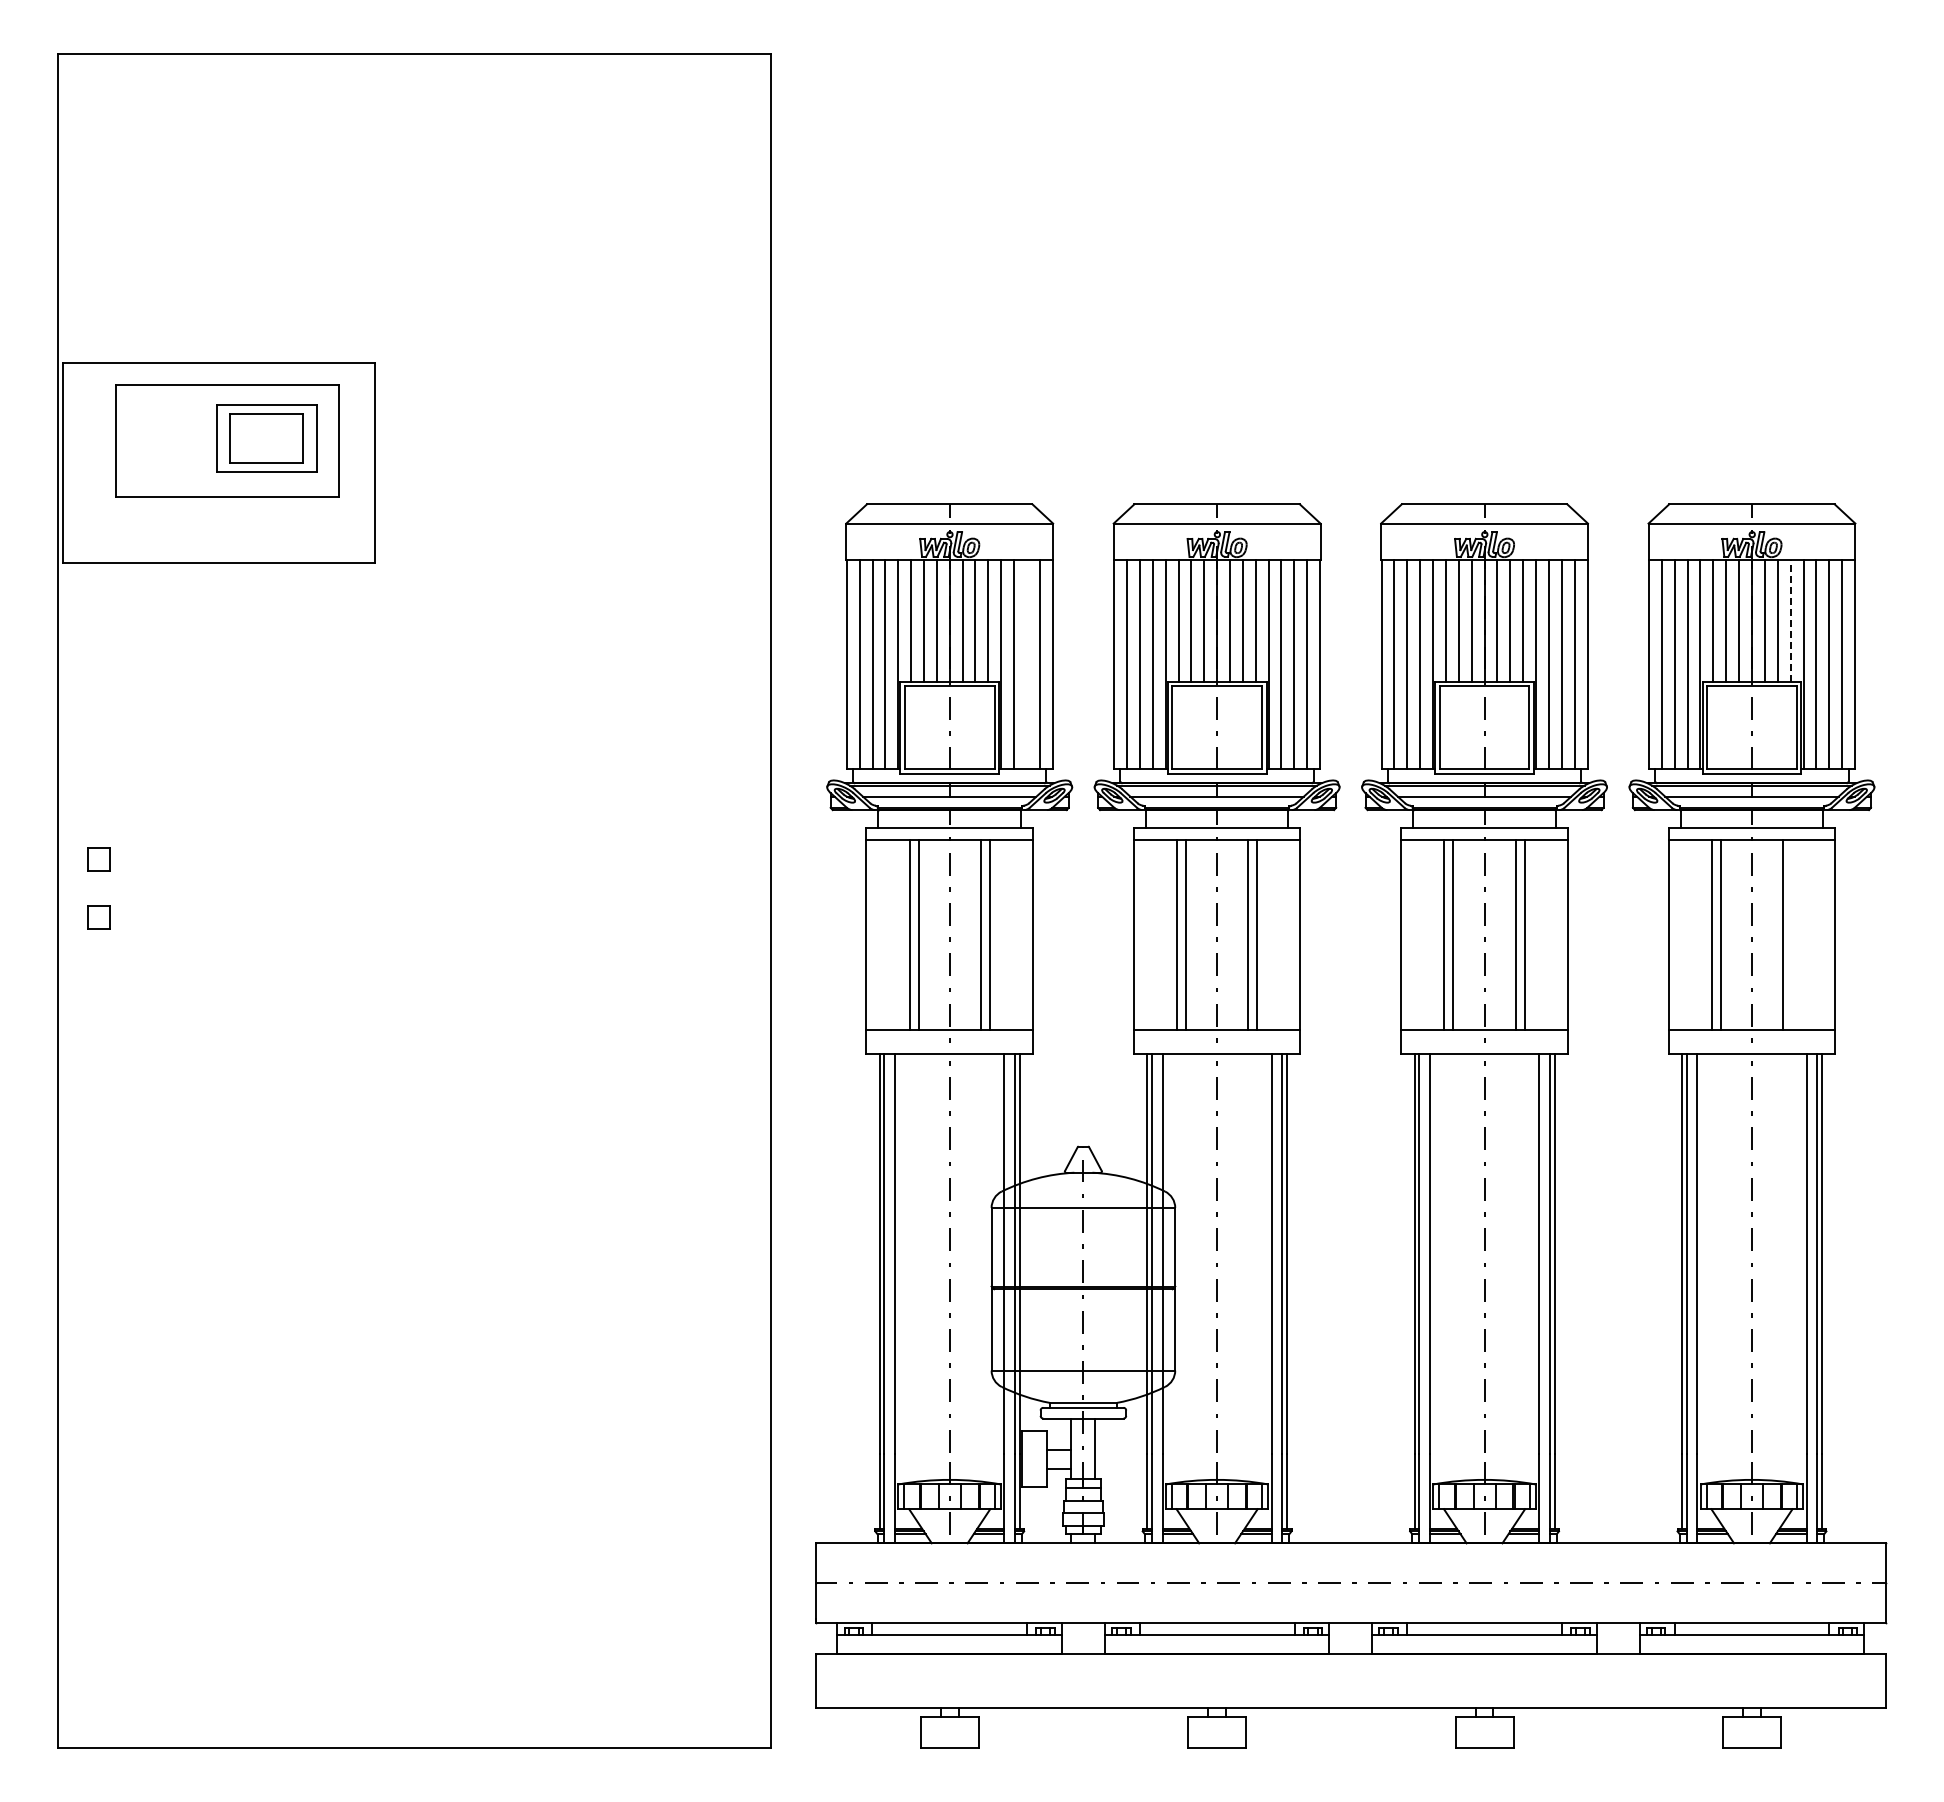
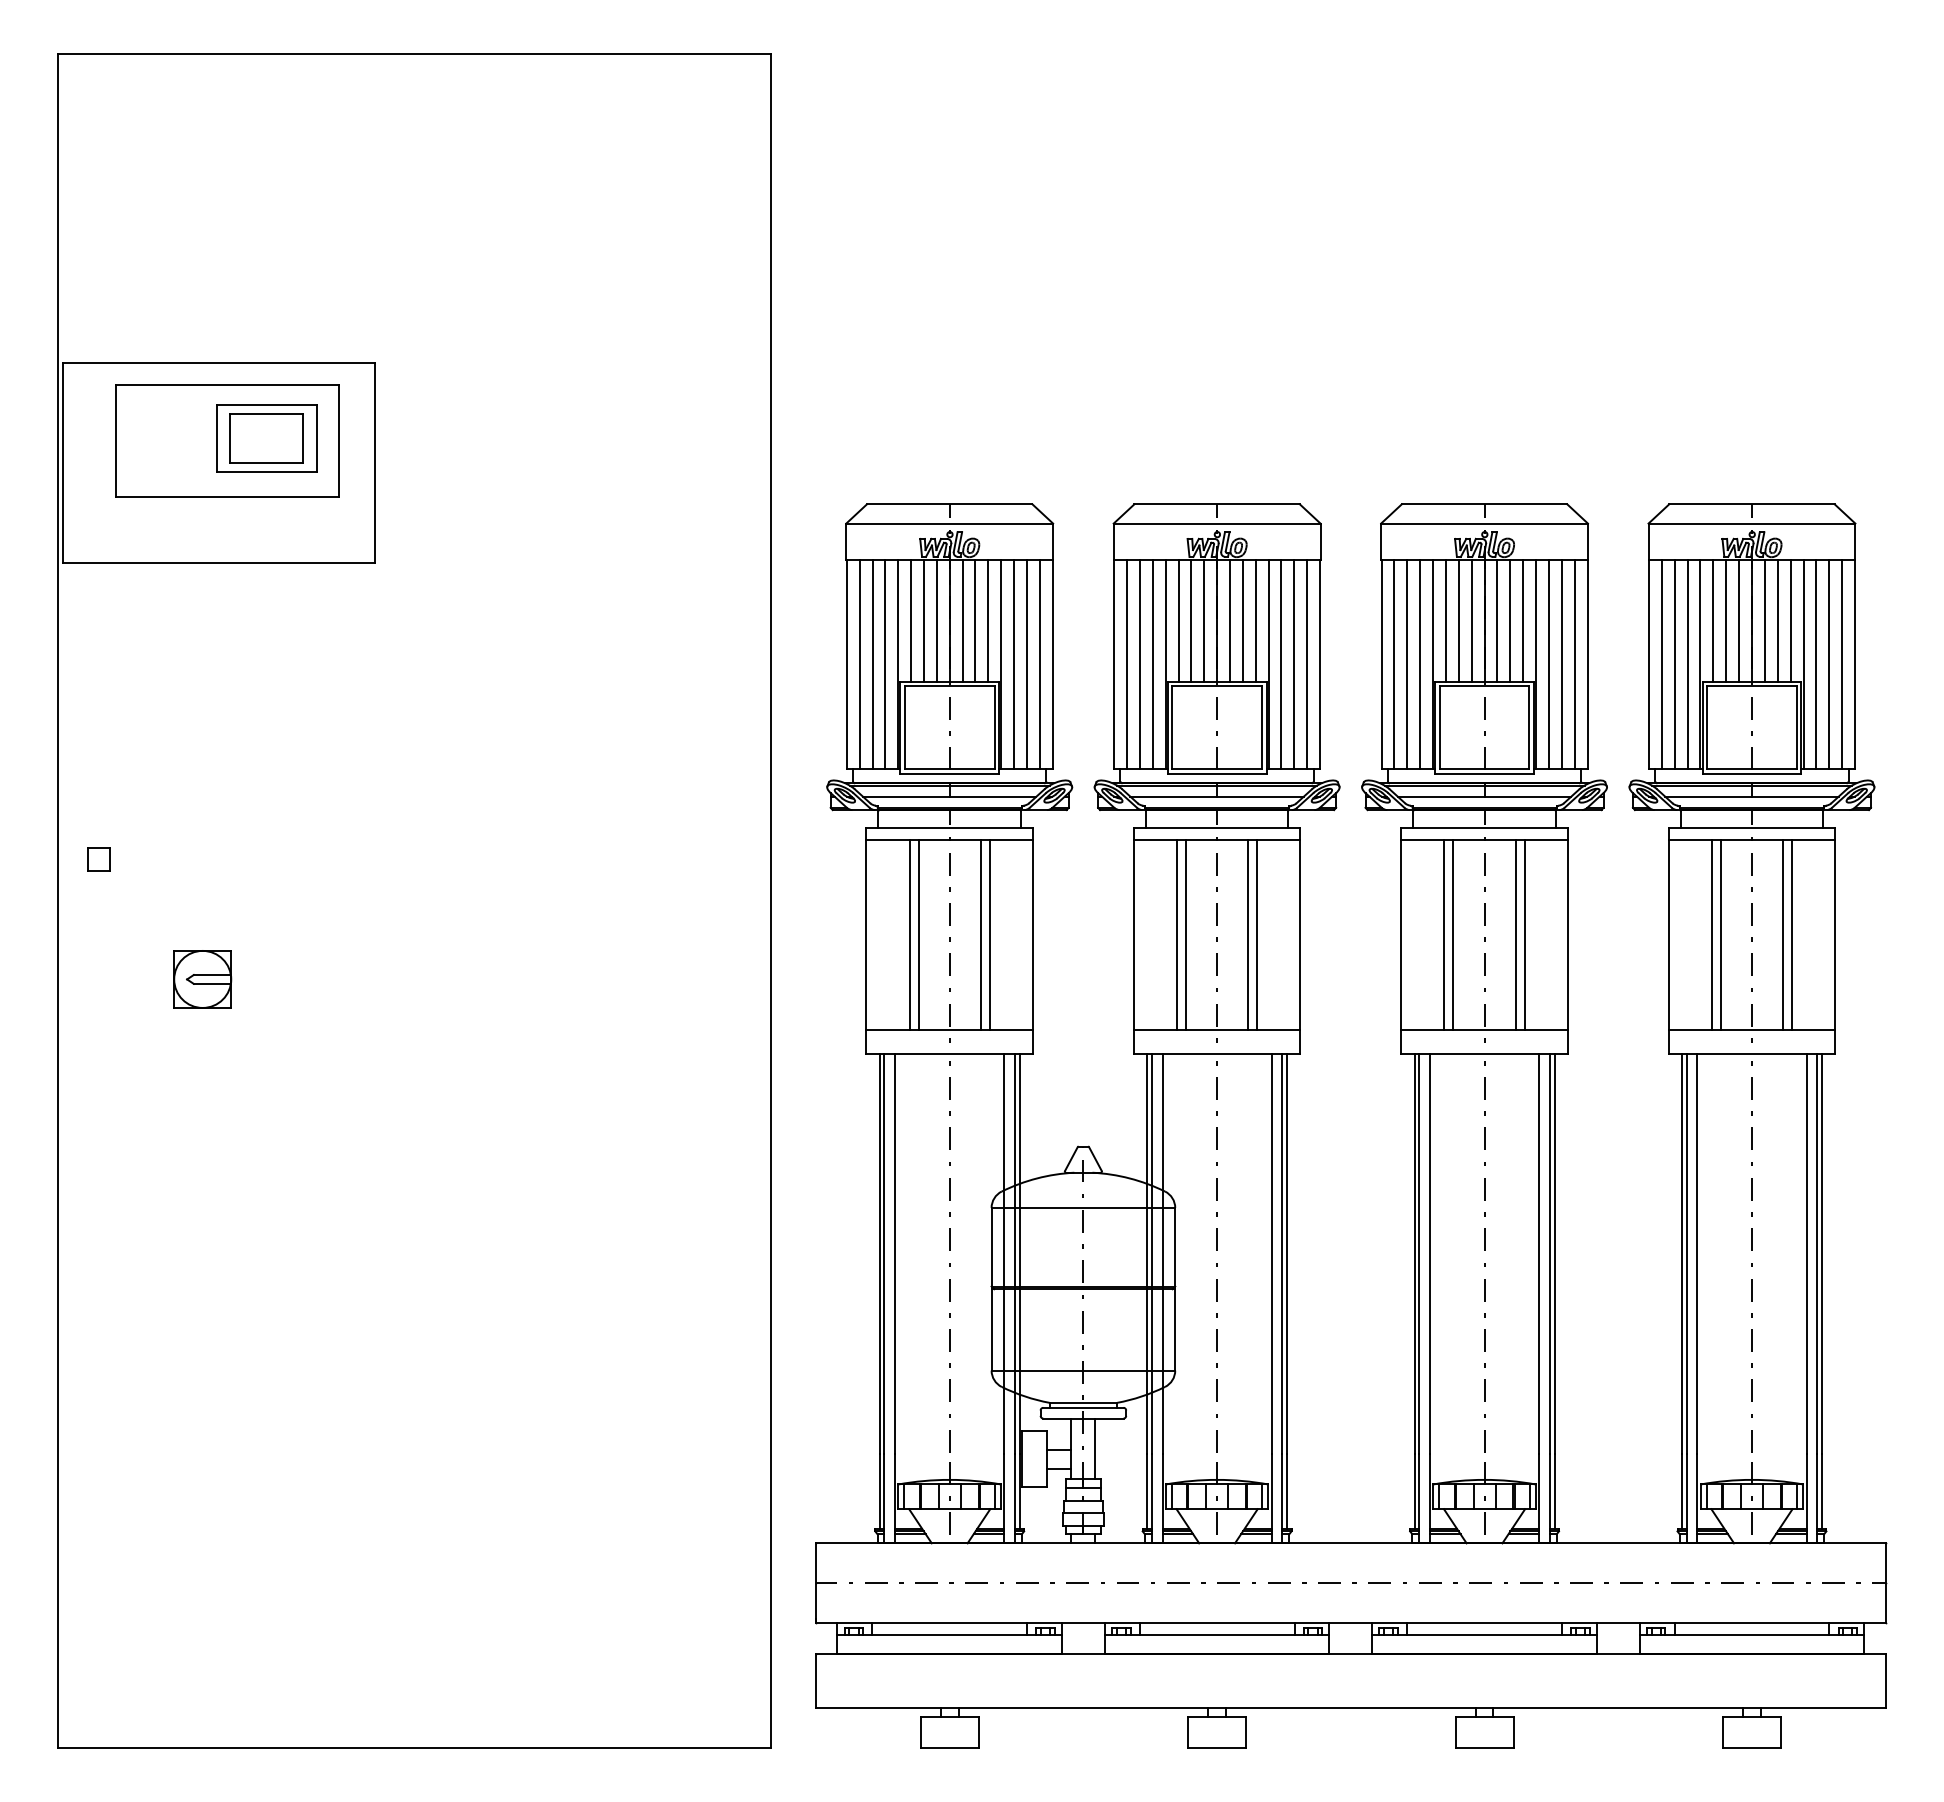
line at (1790, 620): dashed -> solid
line at (1026, 664): none -> present
part at (98, 917): present -> none
line at (1792, 934): none -> present
part at (202, 979): none -> present
